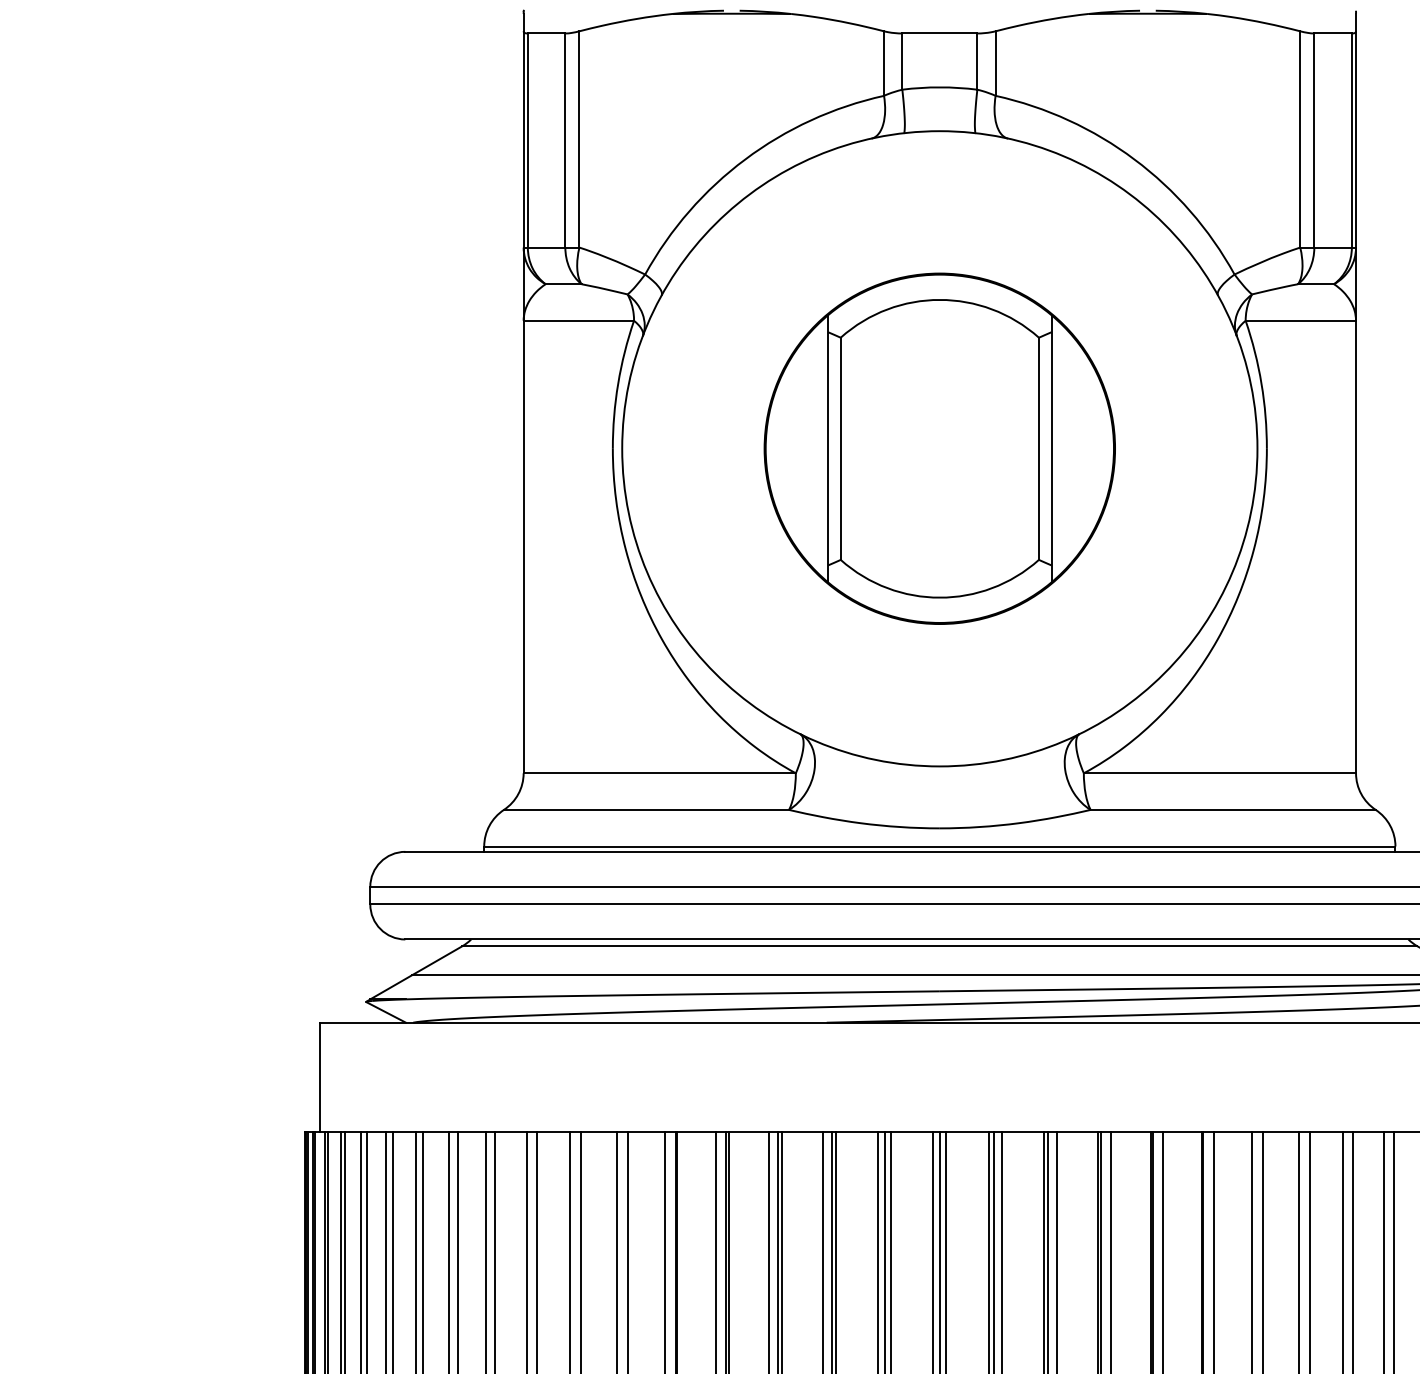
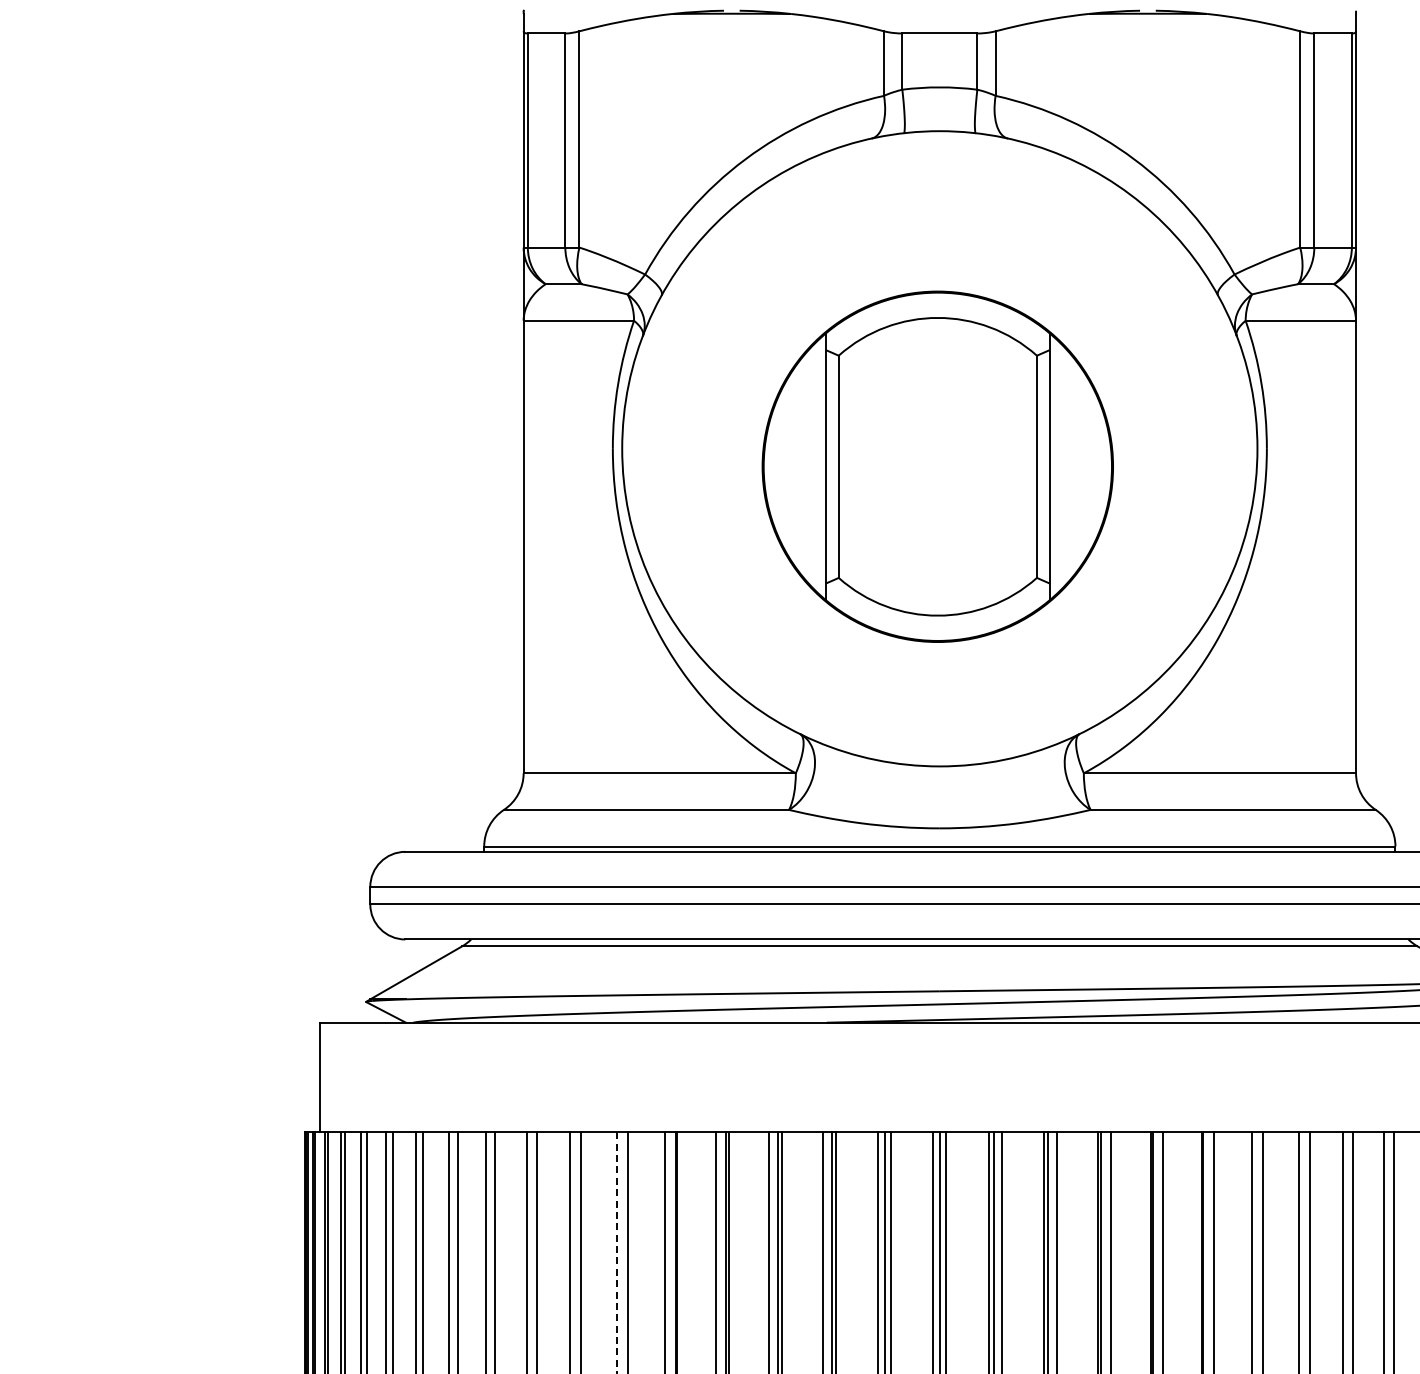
part at (939, 448) position: (939, 448) -> (937, 466)
line at (913, 975): present -> none
line at (616, 1253): solid -> dashed
